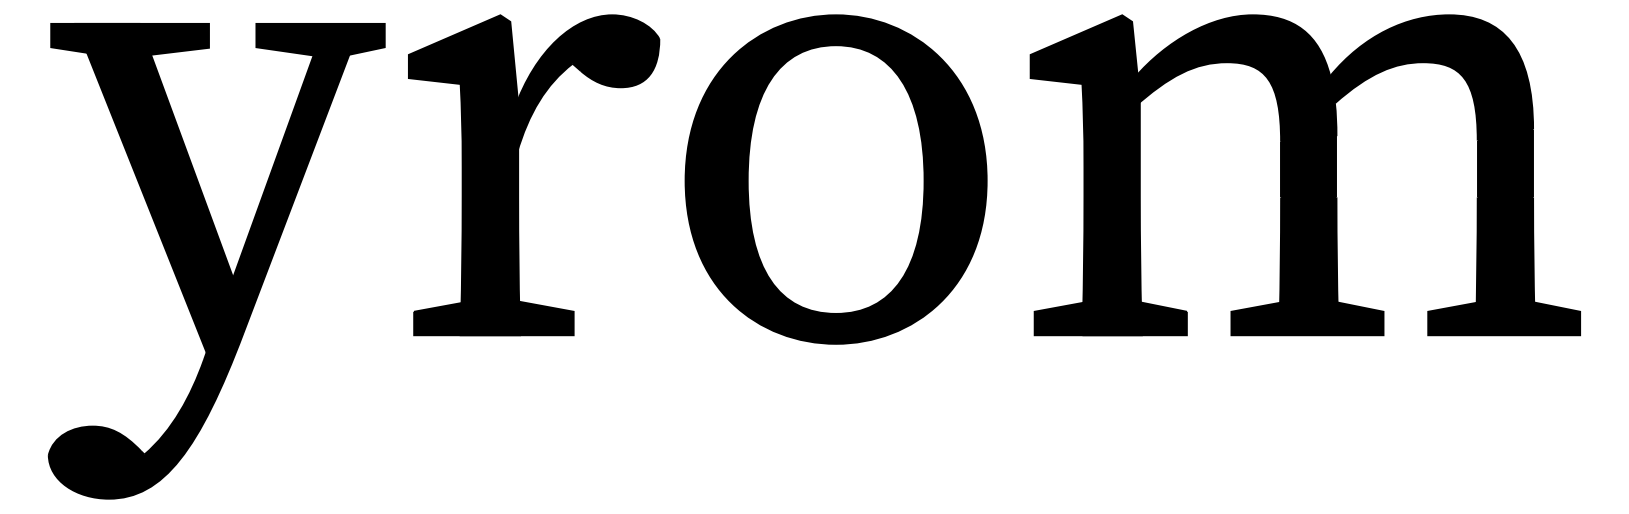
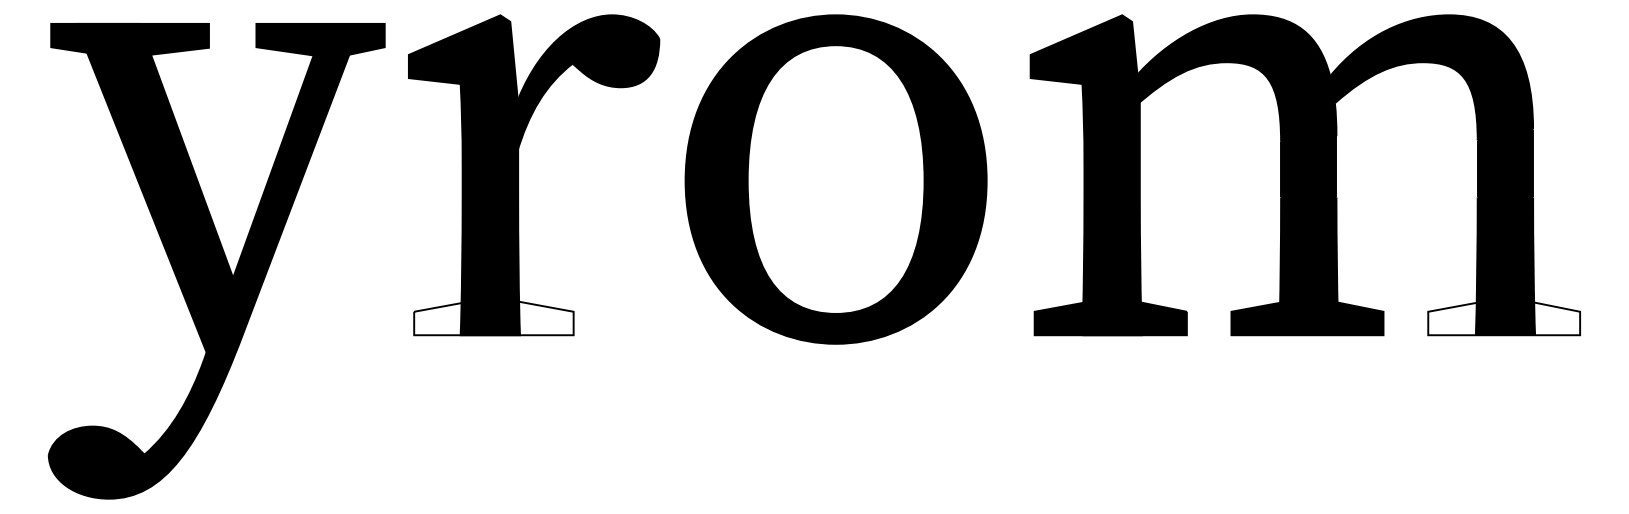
fill at (493, 316): present -> none
fill at (1504, 316): present -> none
